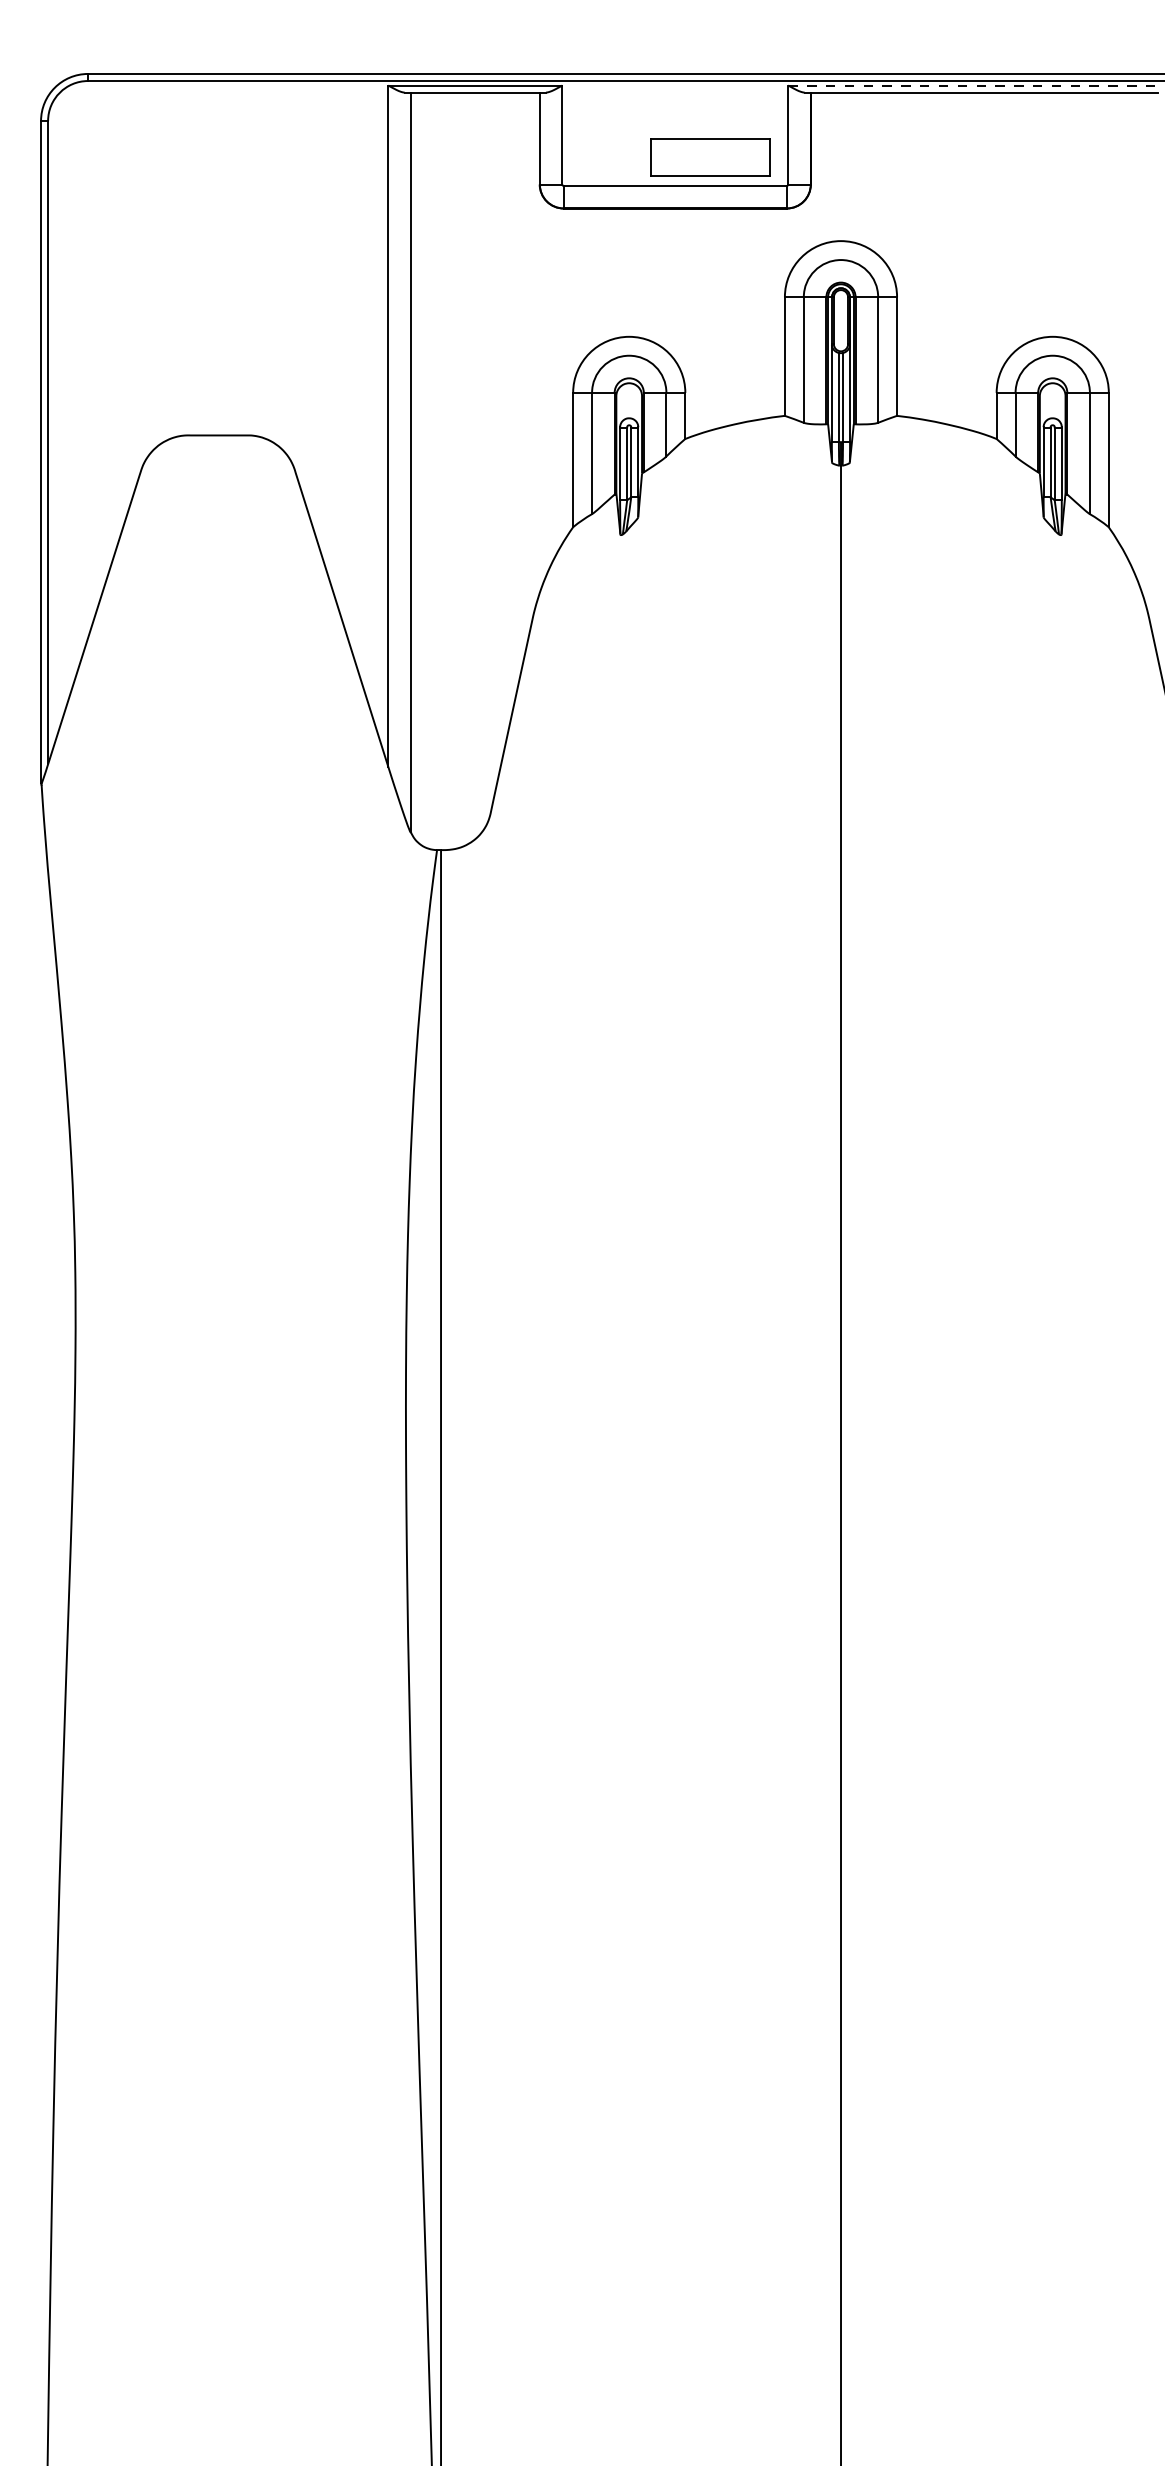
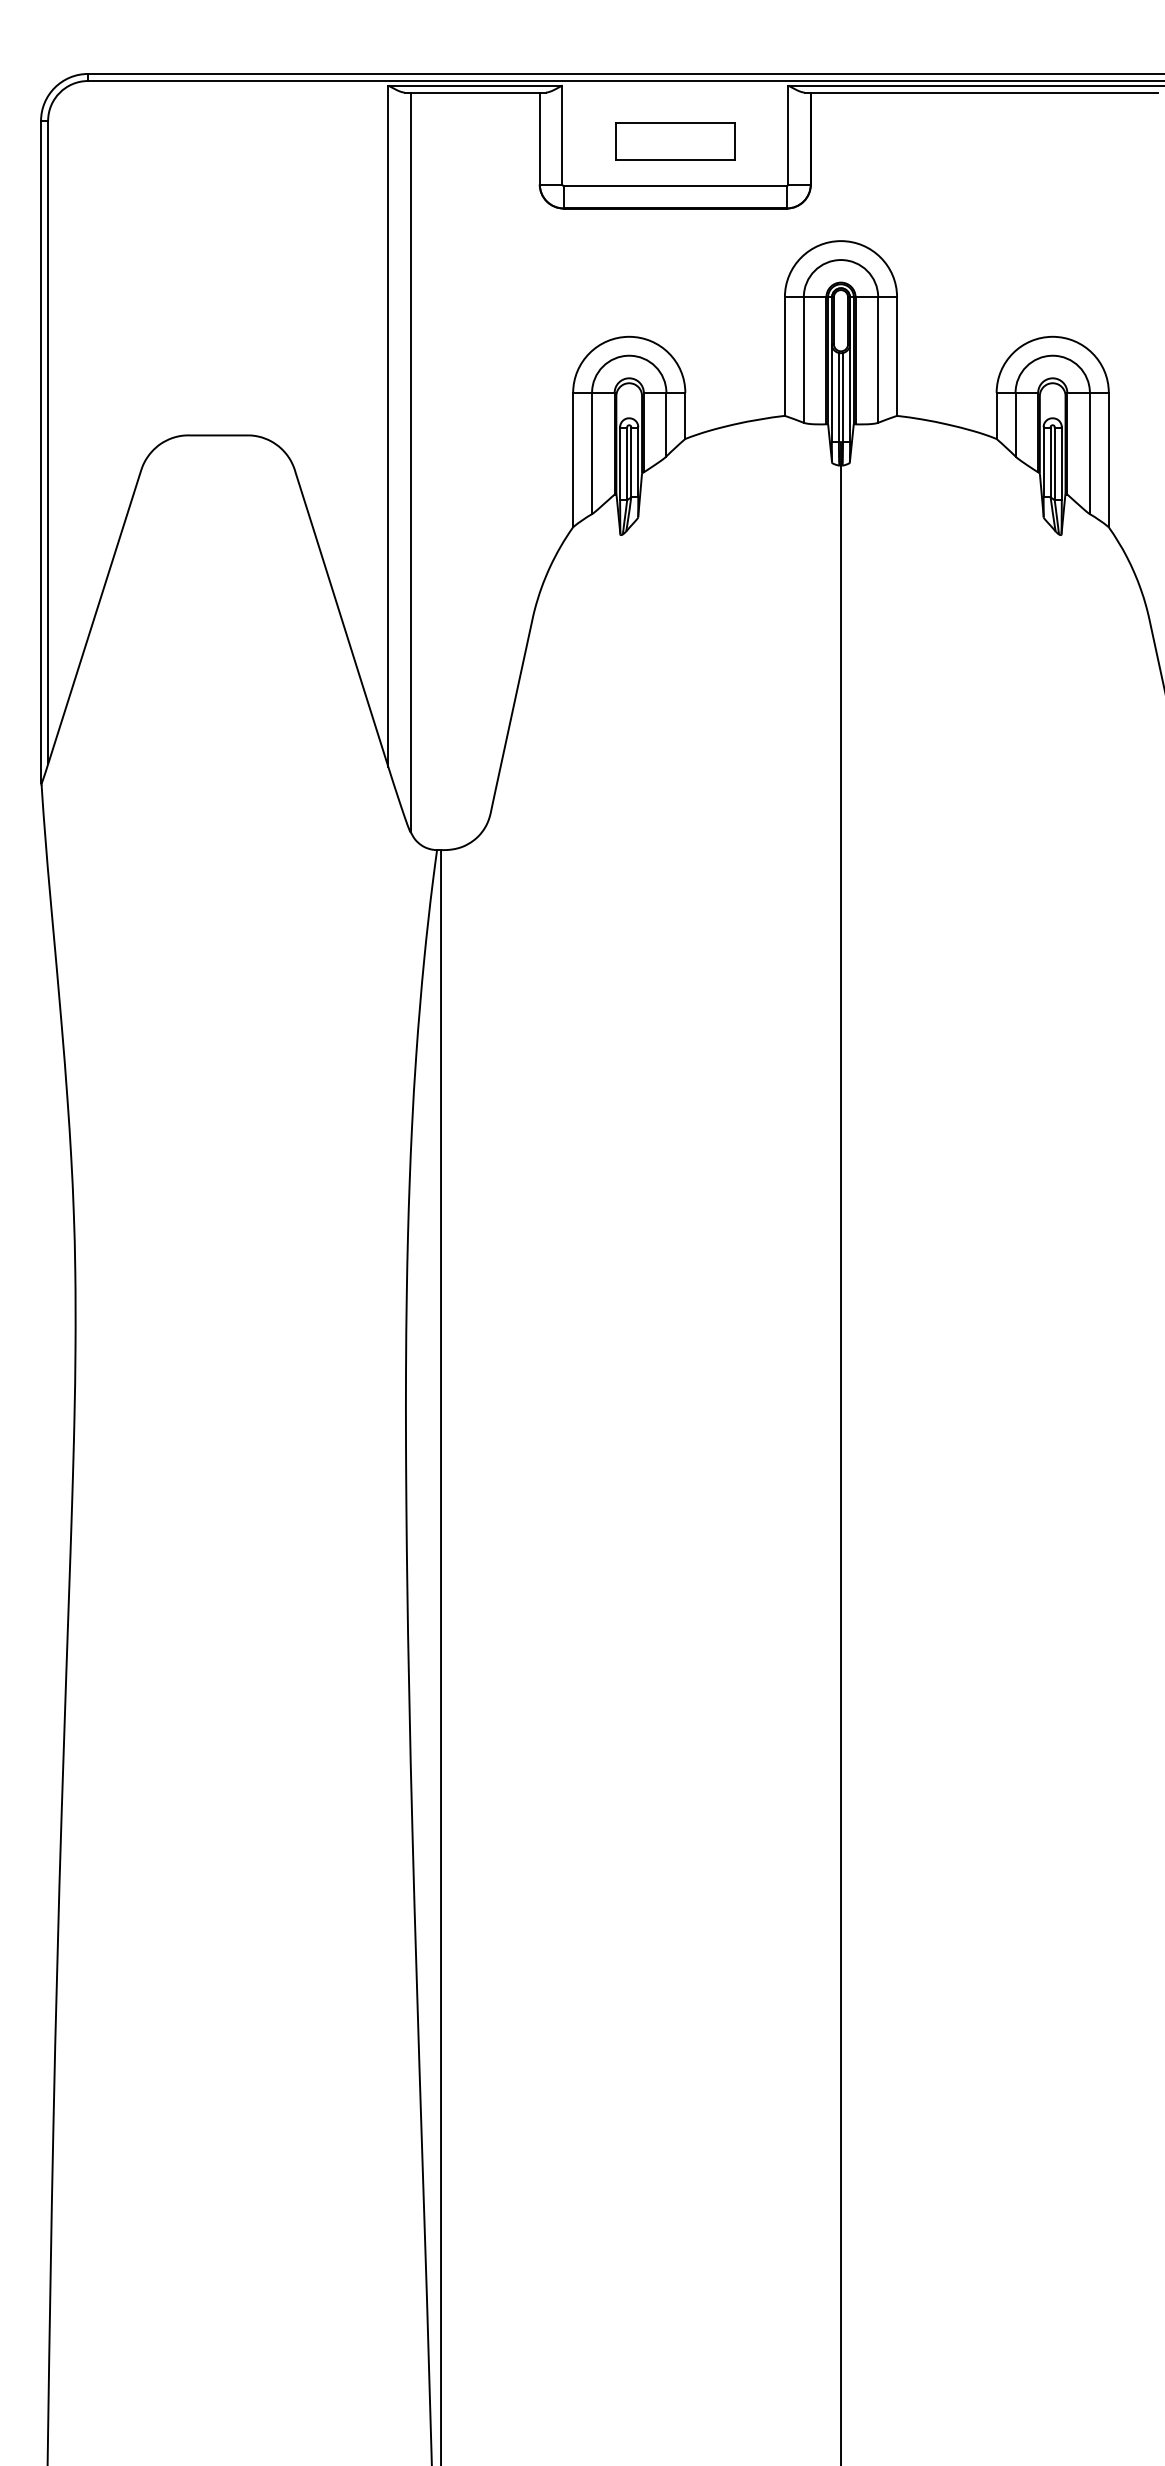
line at (976, 85): dashed -> solid
part at (710, 157) position: (710, 157) -> (675, 141)
